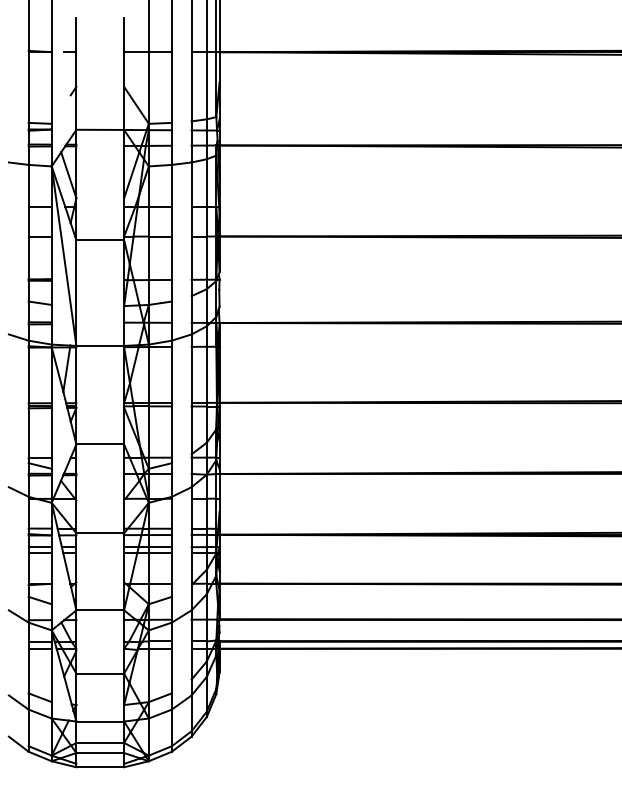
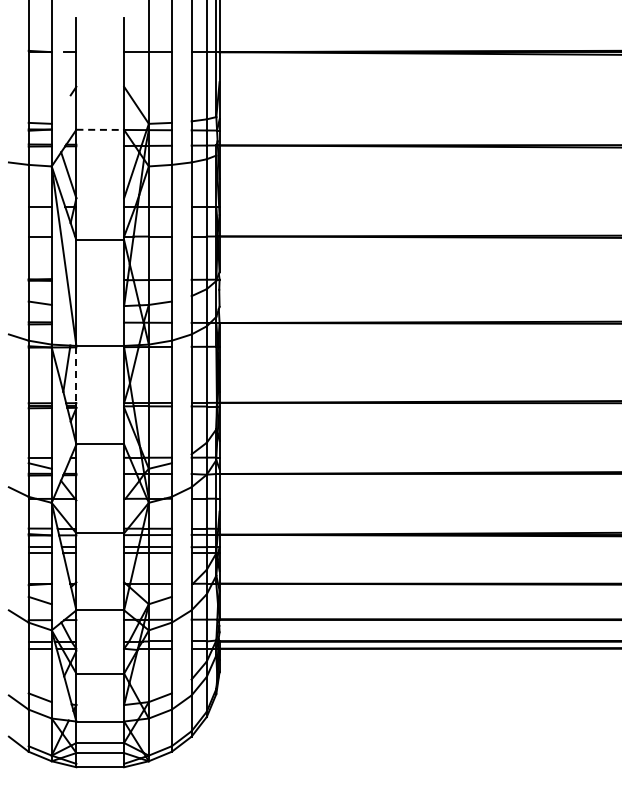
line at (100, 129): solid -> dashed
line at (76, 375): solid -> dashed
